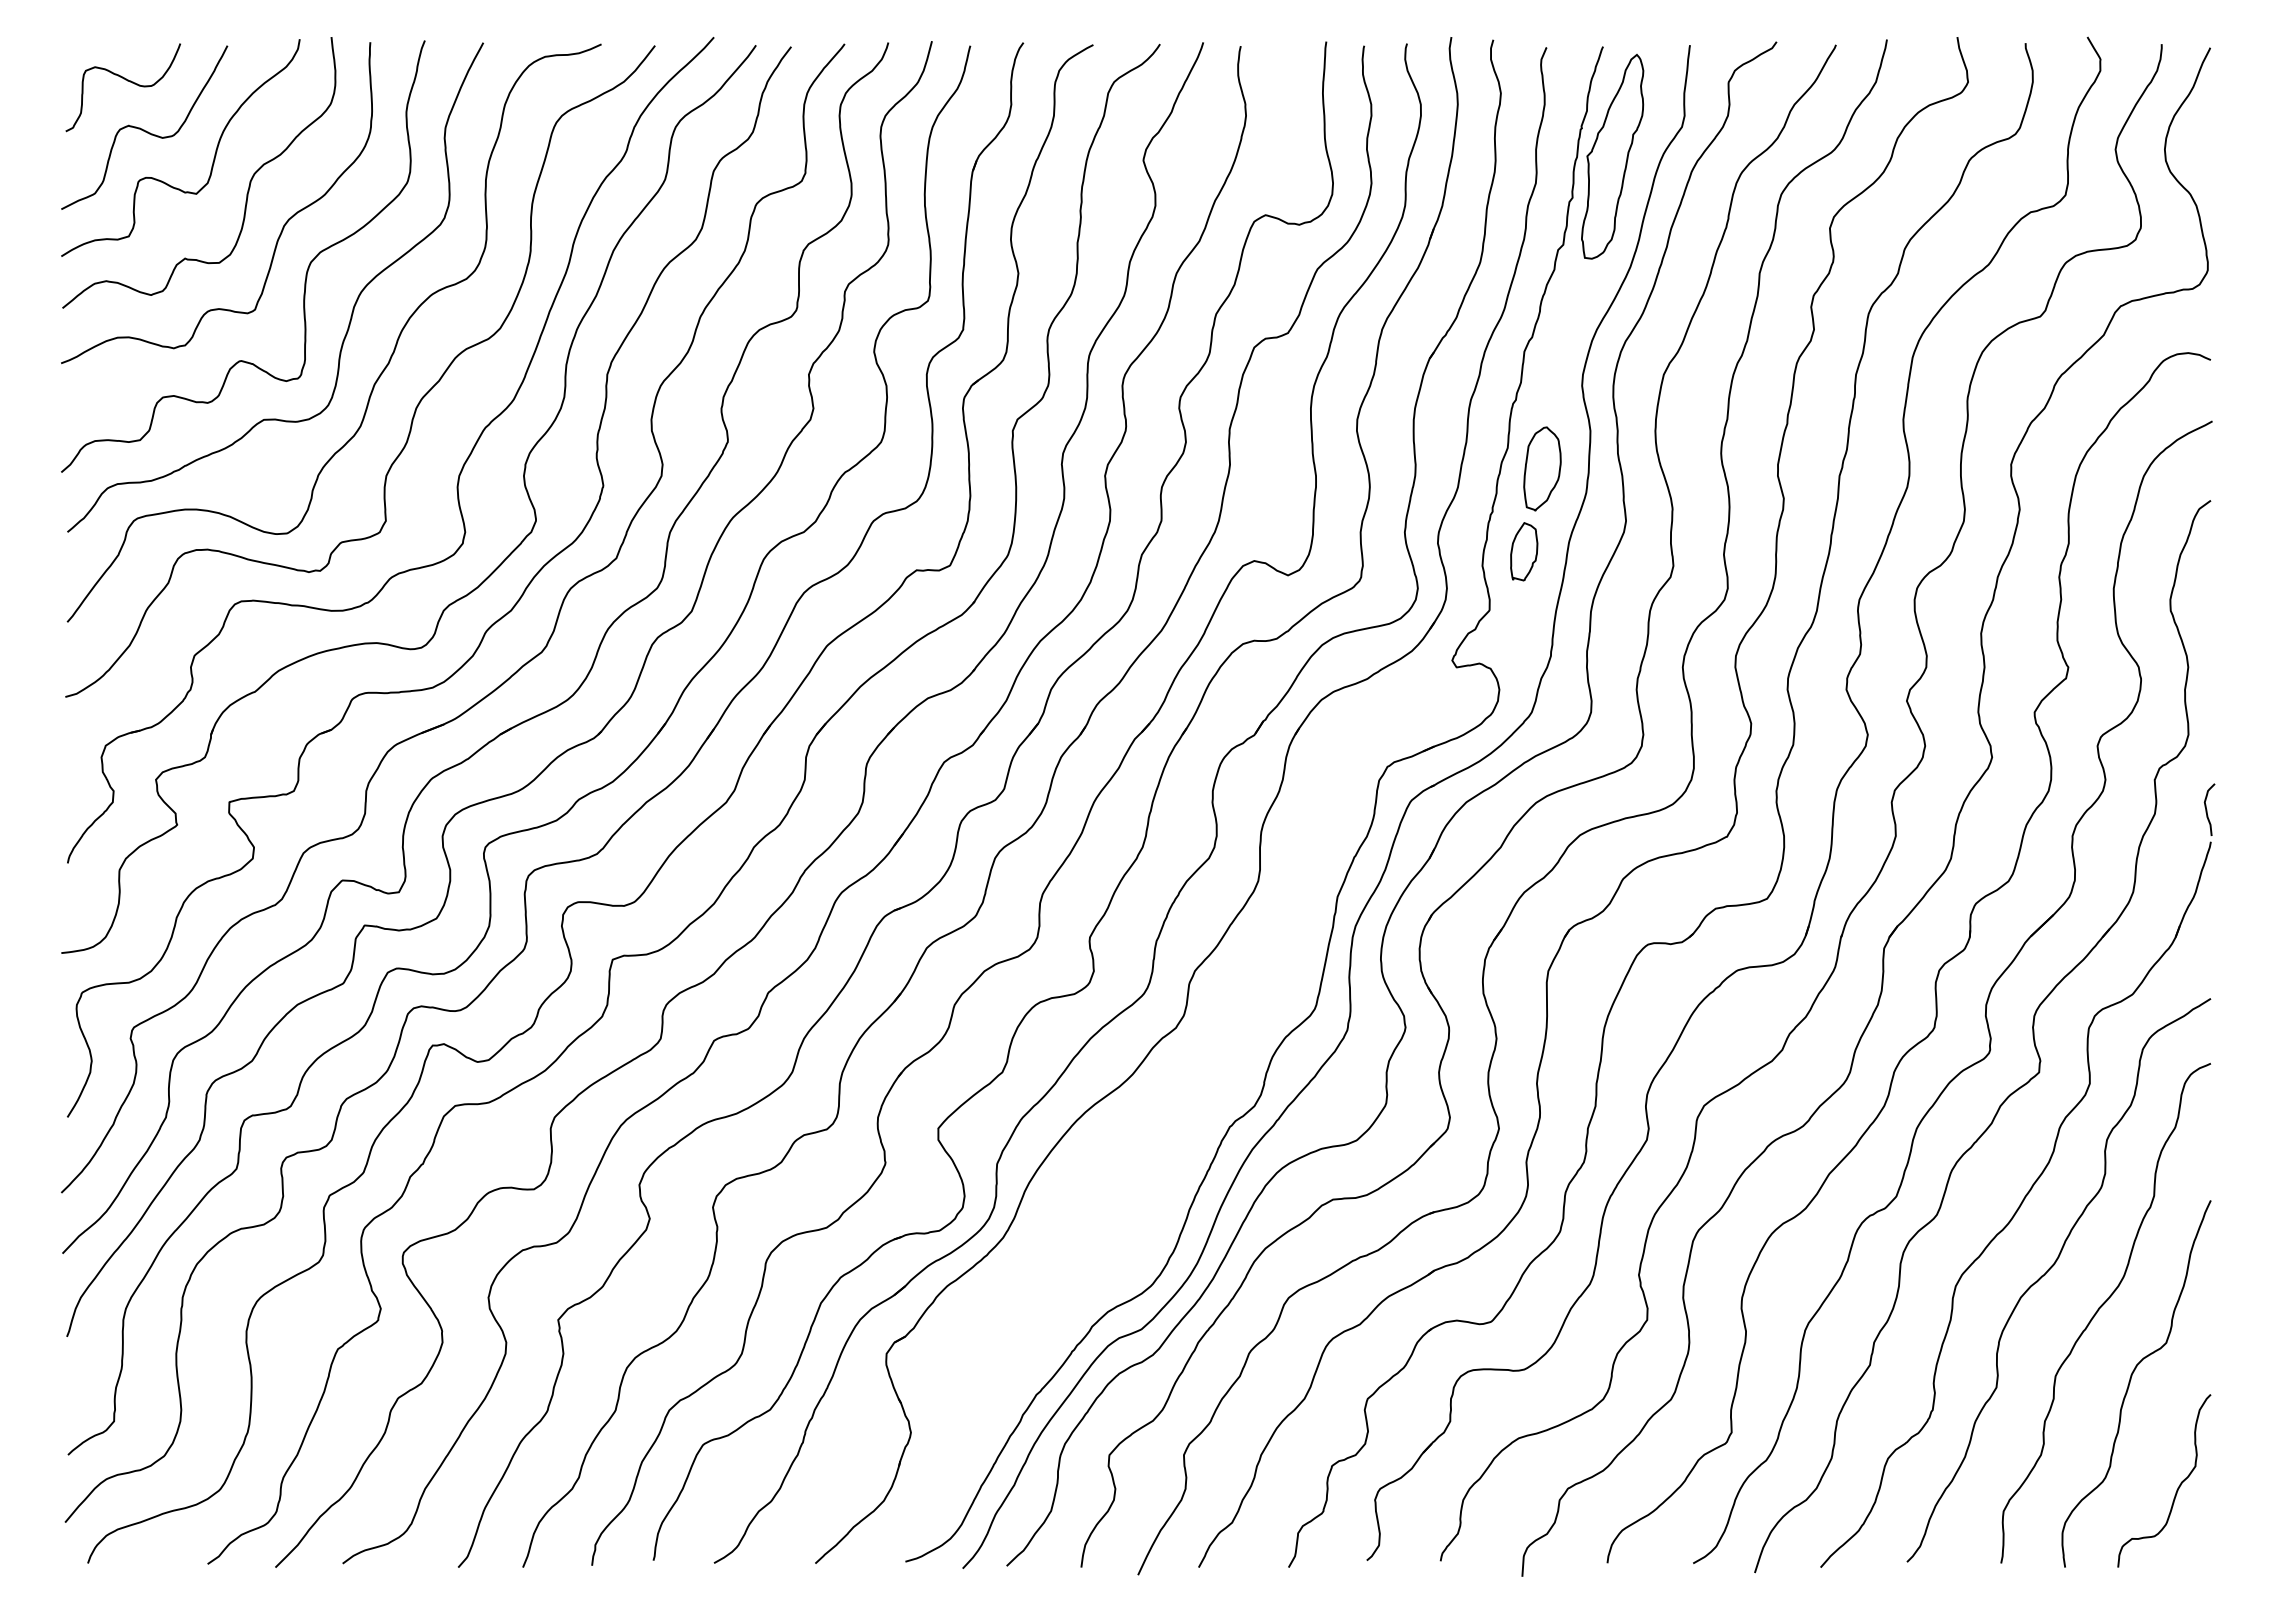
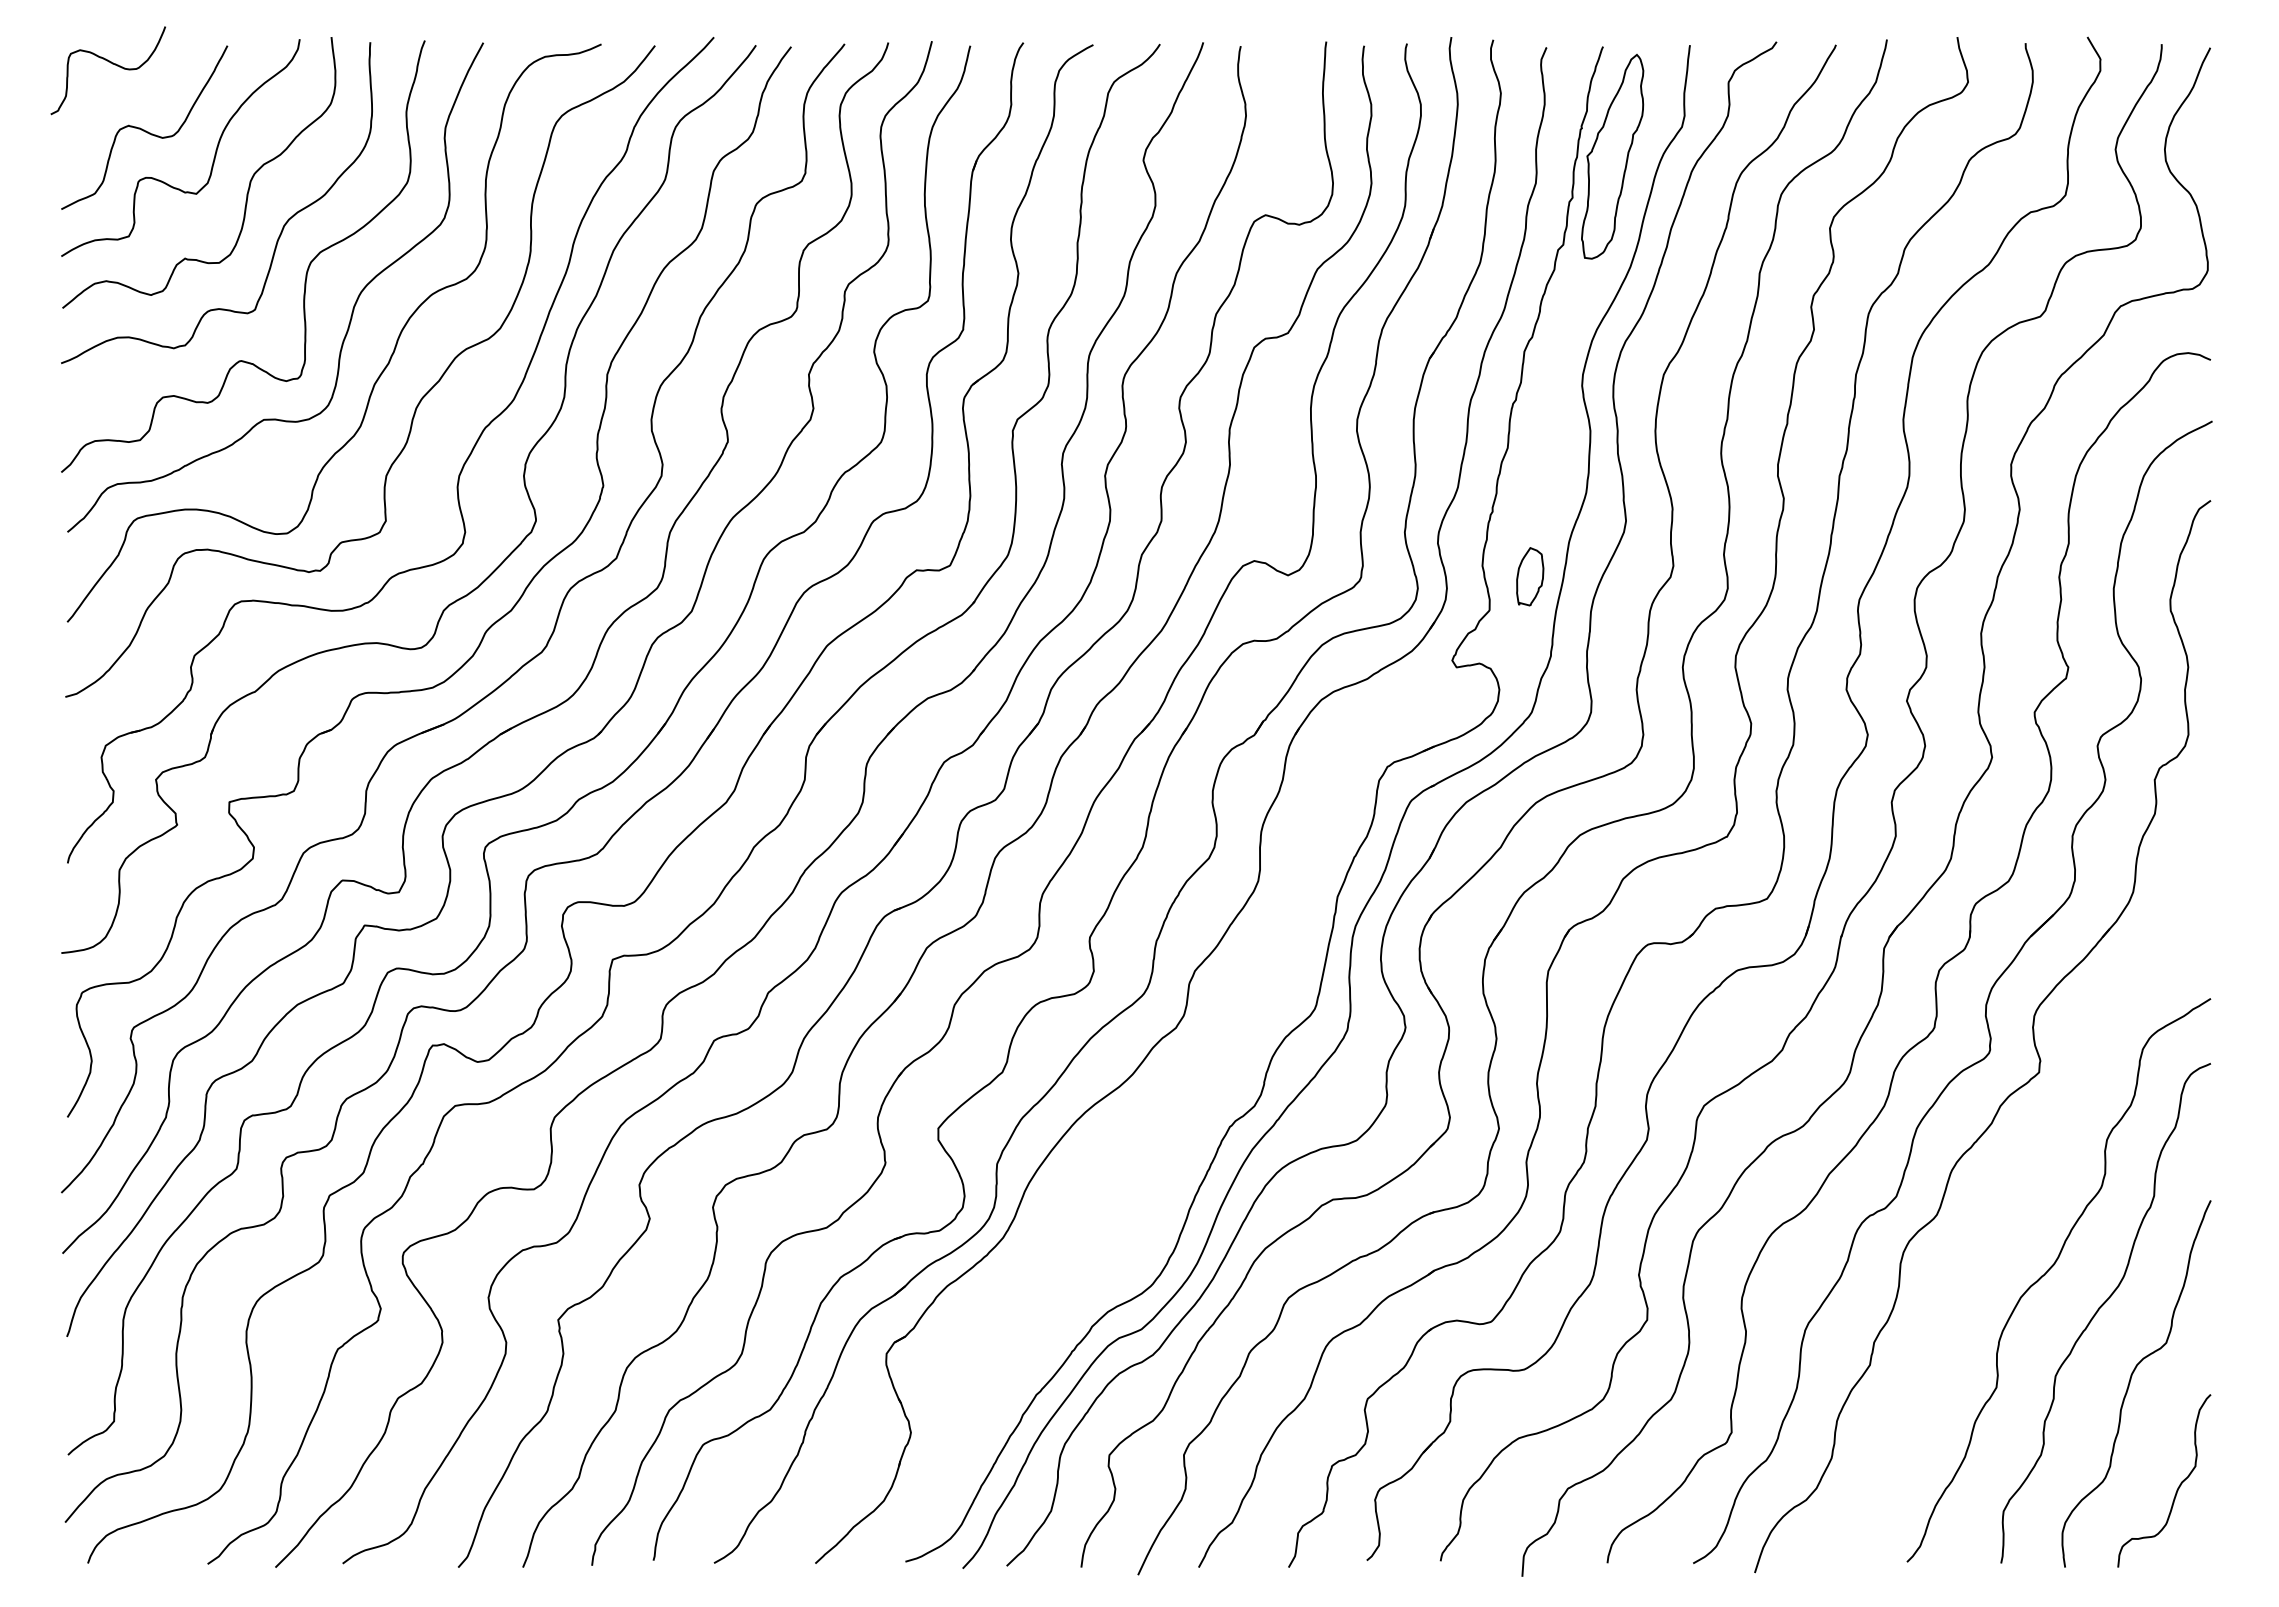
curve at (125, 80) position: (125, 80) -> (110, 63)
part at (1542, 468): present -> none
part at (1524, 551) position: (1524, 551) -> (1530, 576)
part at (2031, 1185): present -> none
